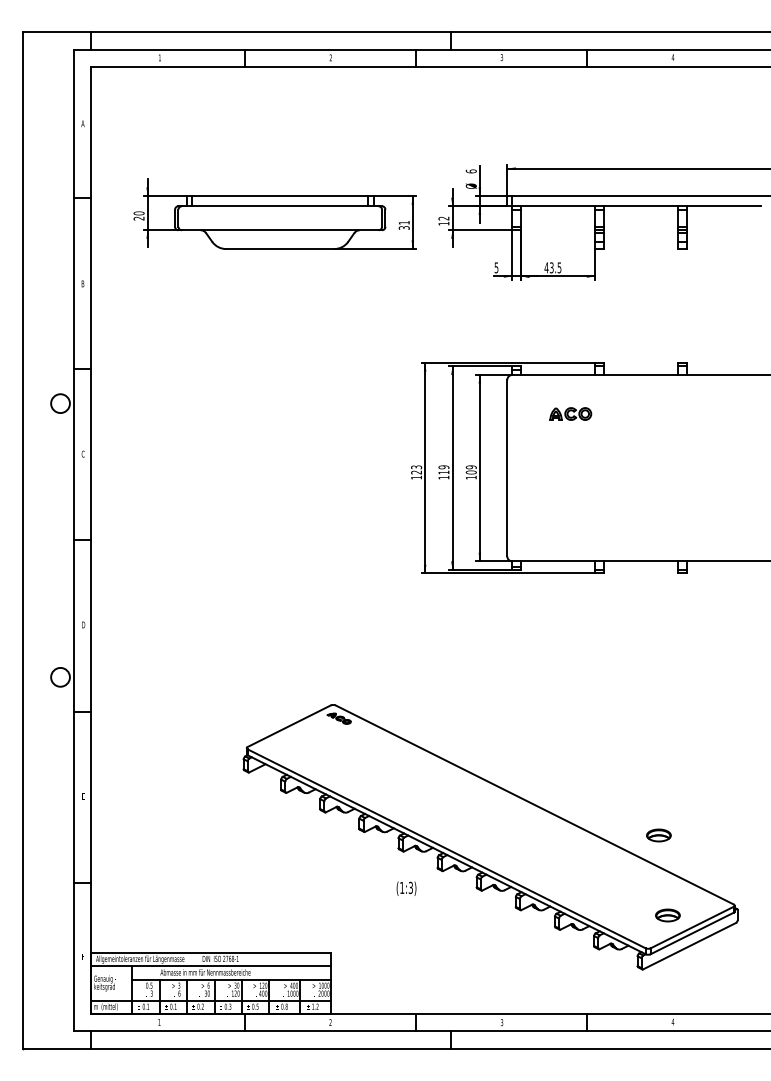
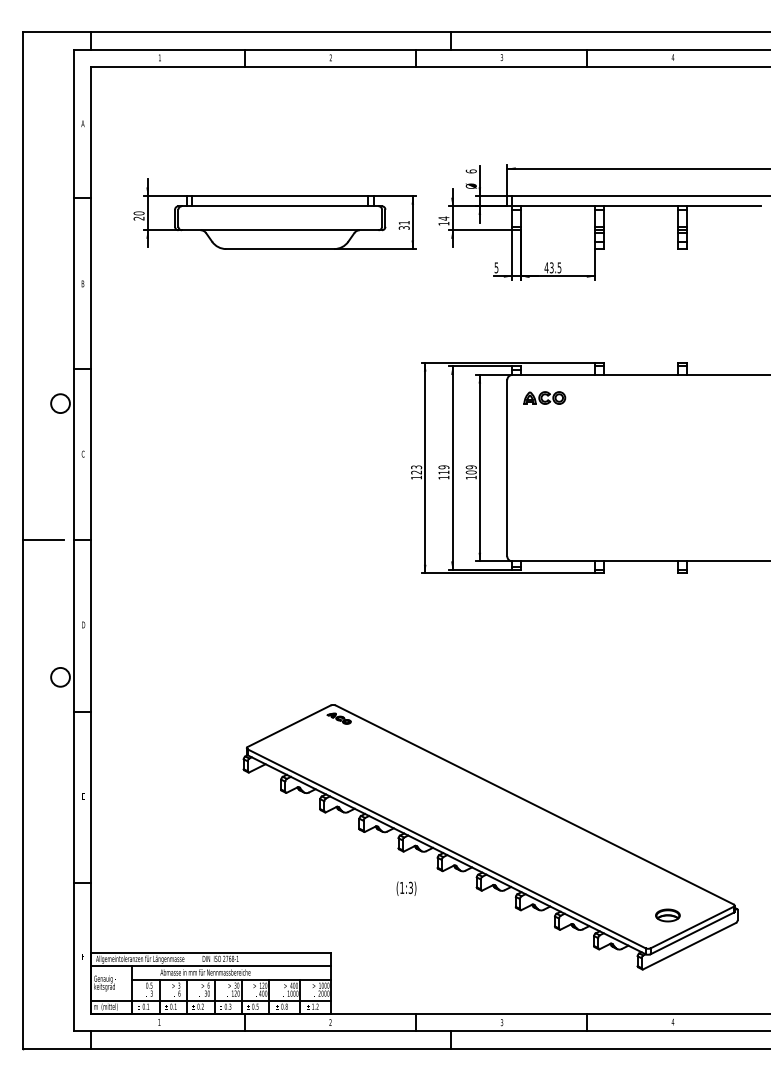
text at (443, 218): 12 -> 14
part at (570, 413) position: (570, 413) -> (544, 397)
line at (42, 540): none -> present
part at (658, 835): present -> none
